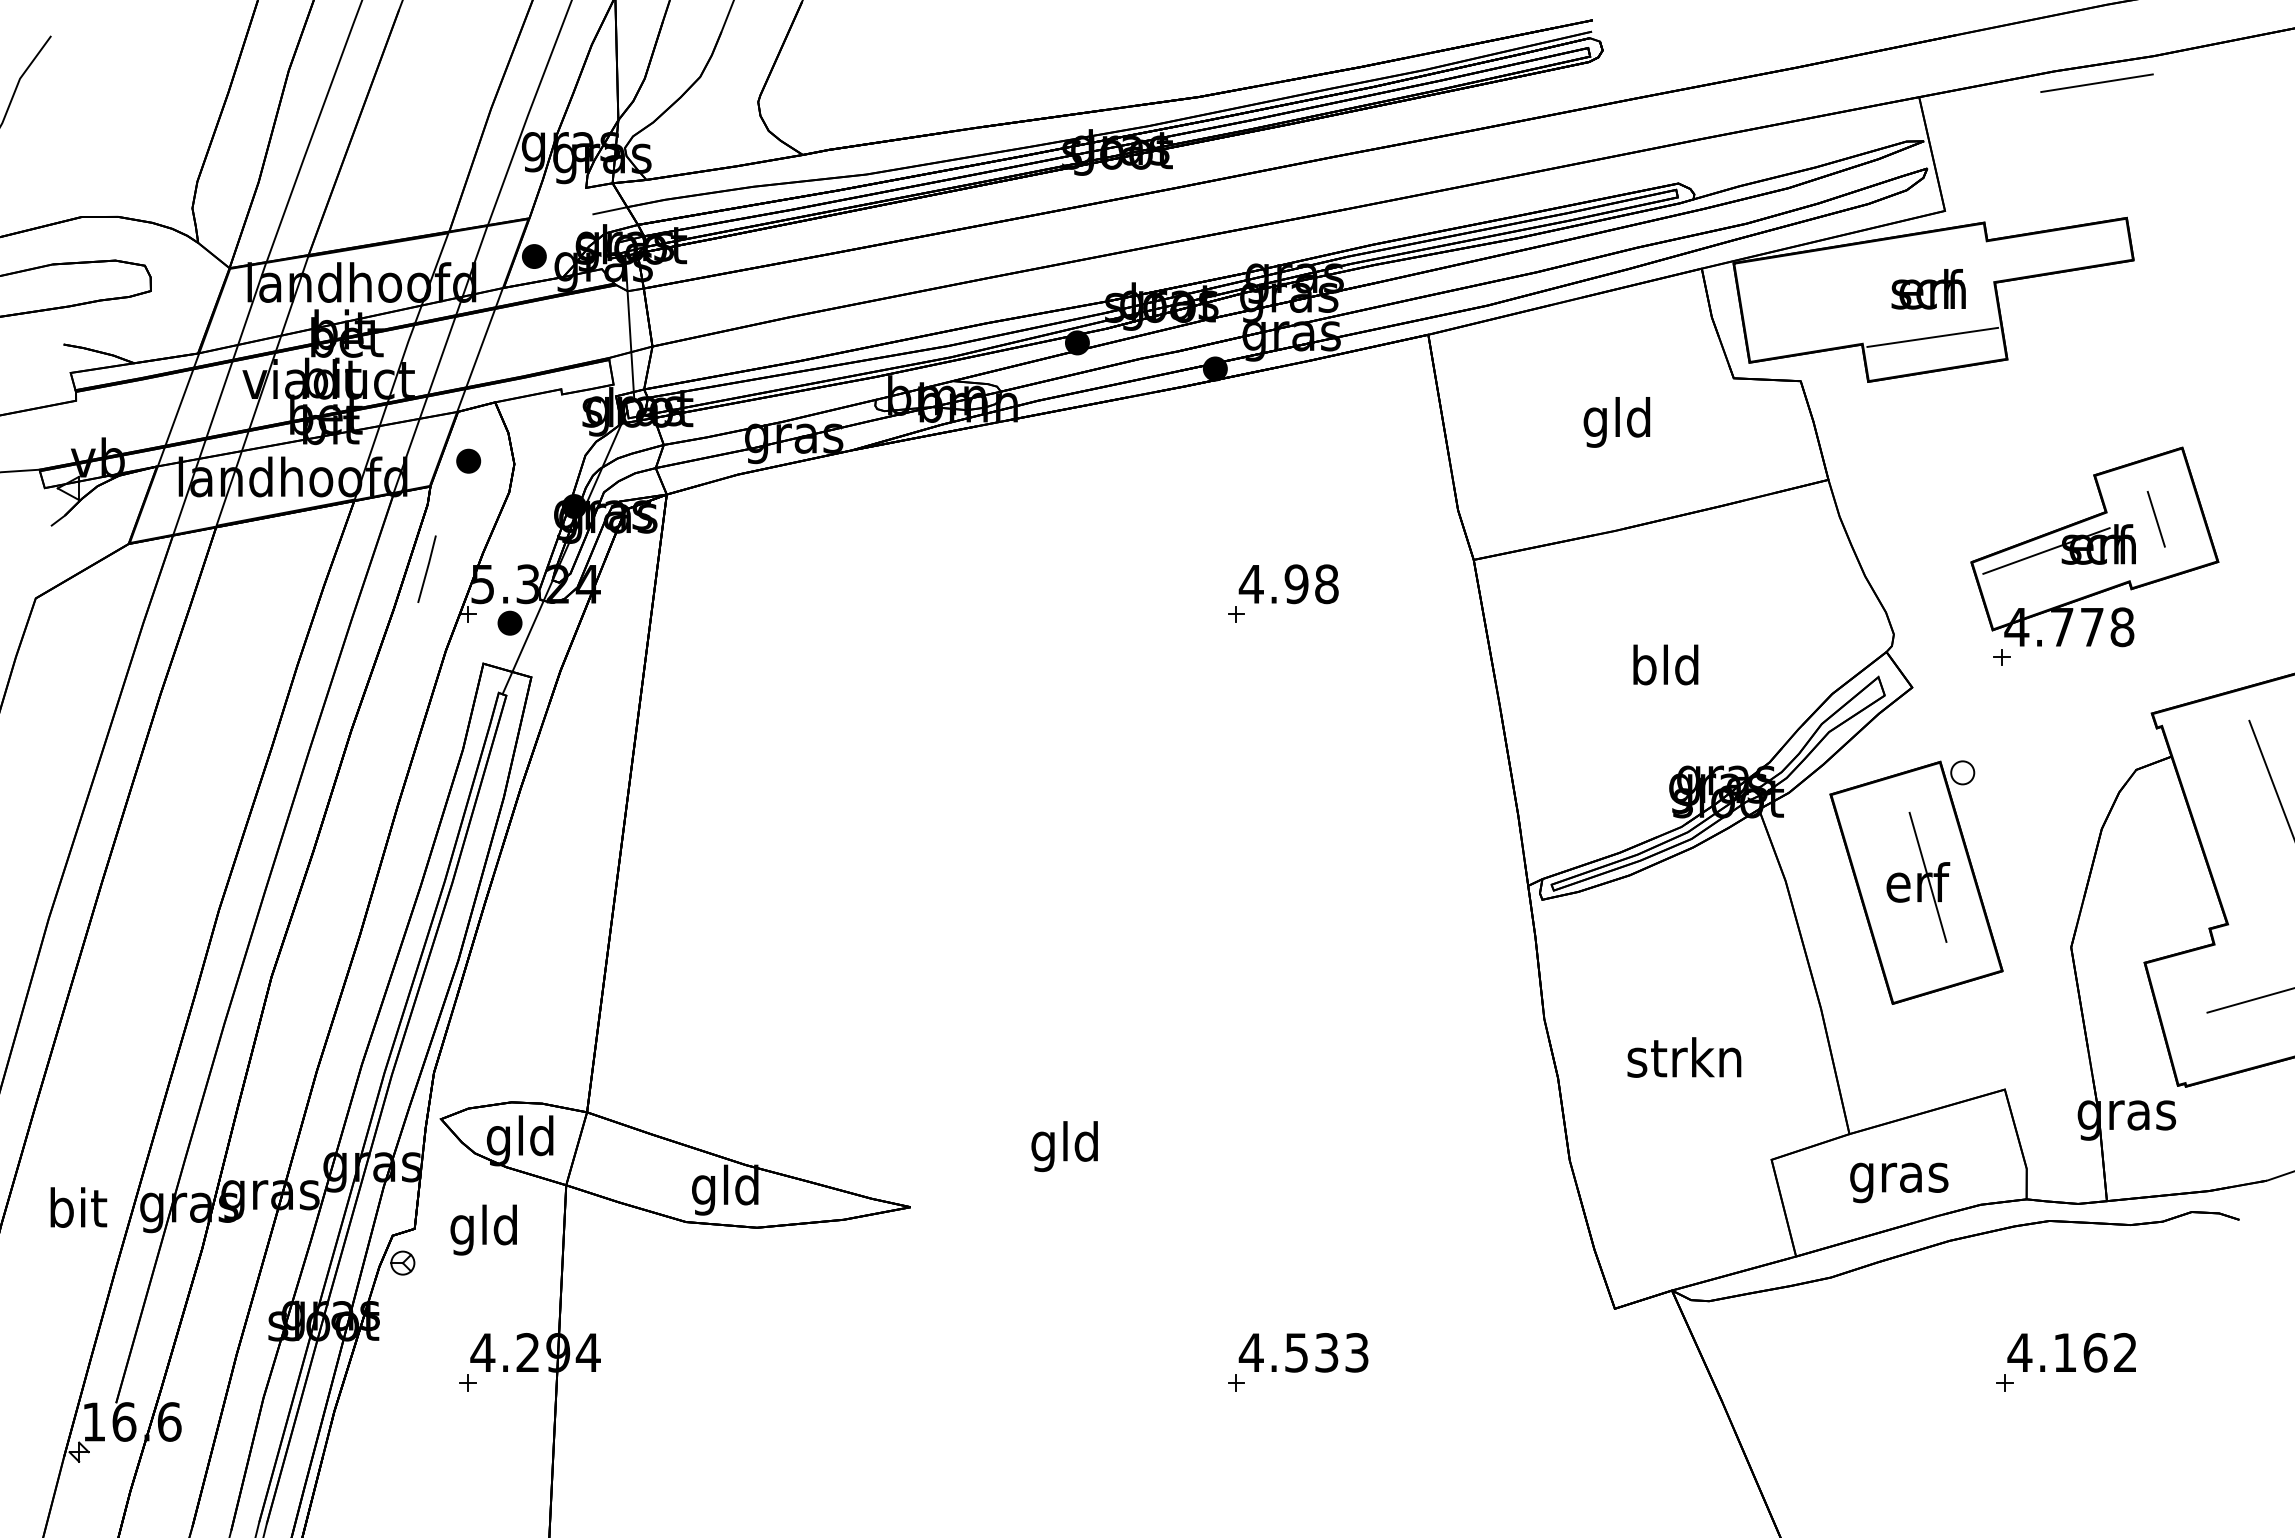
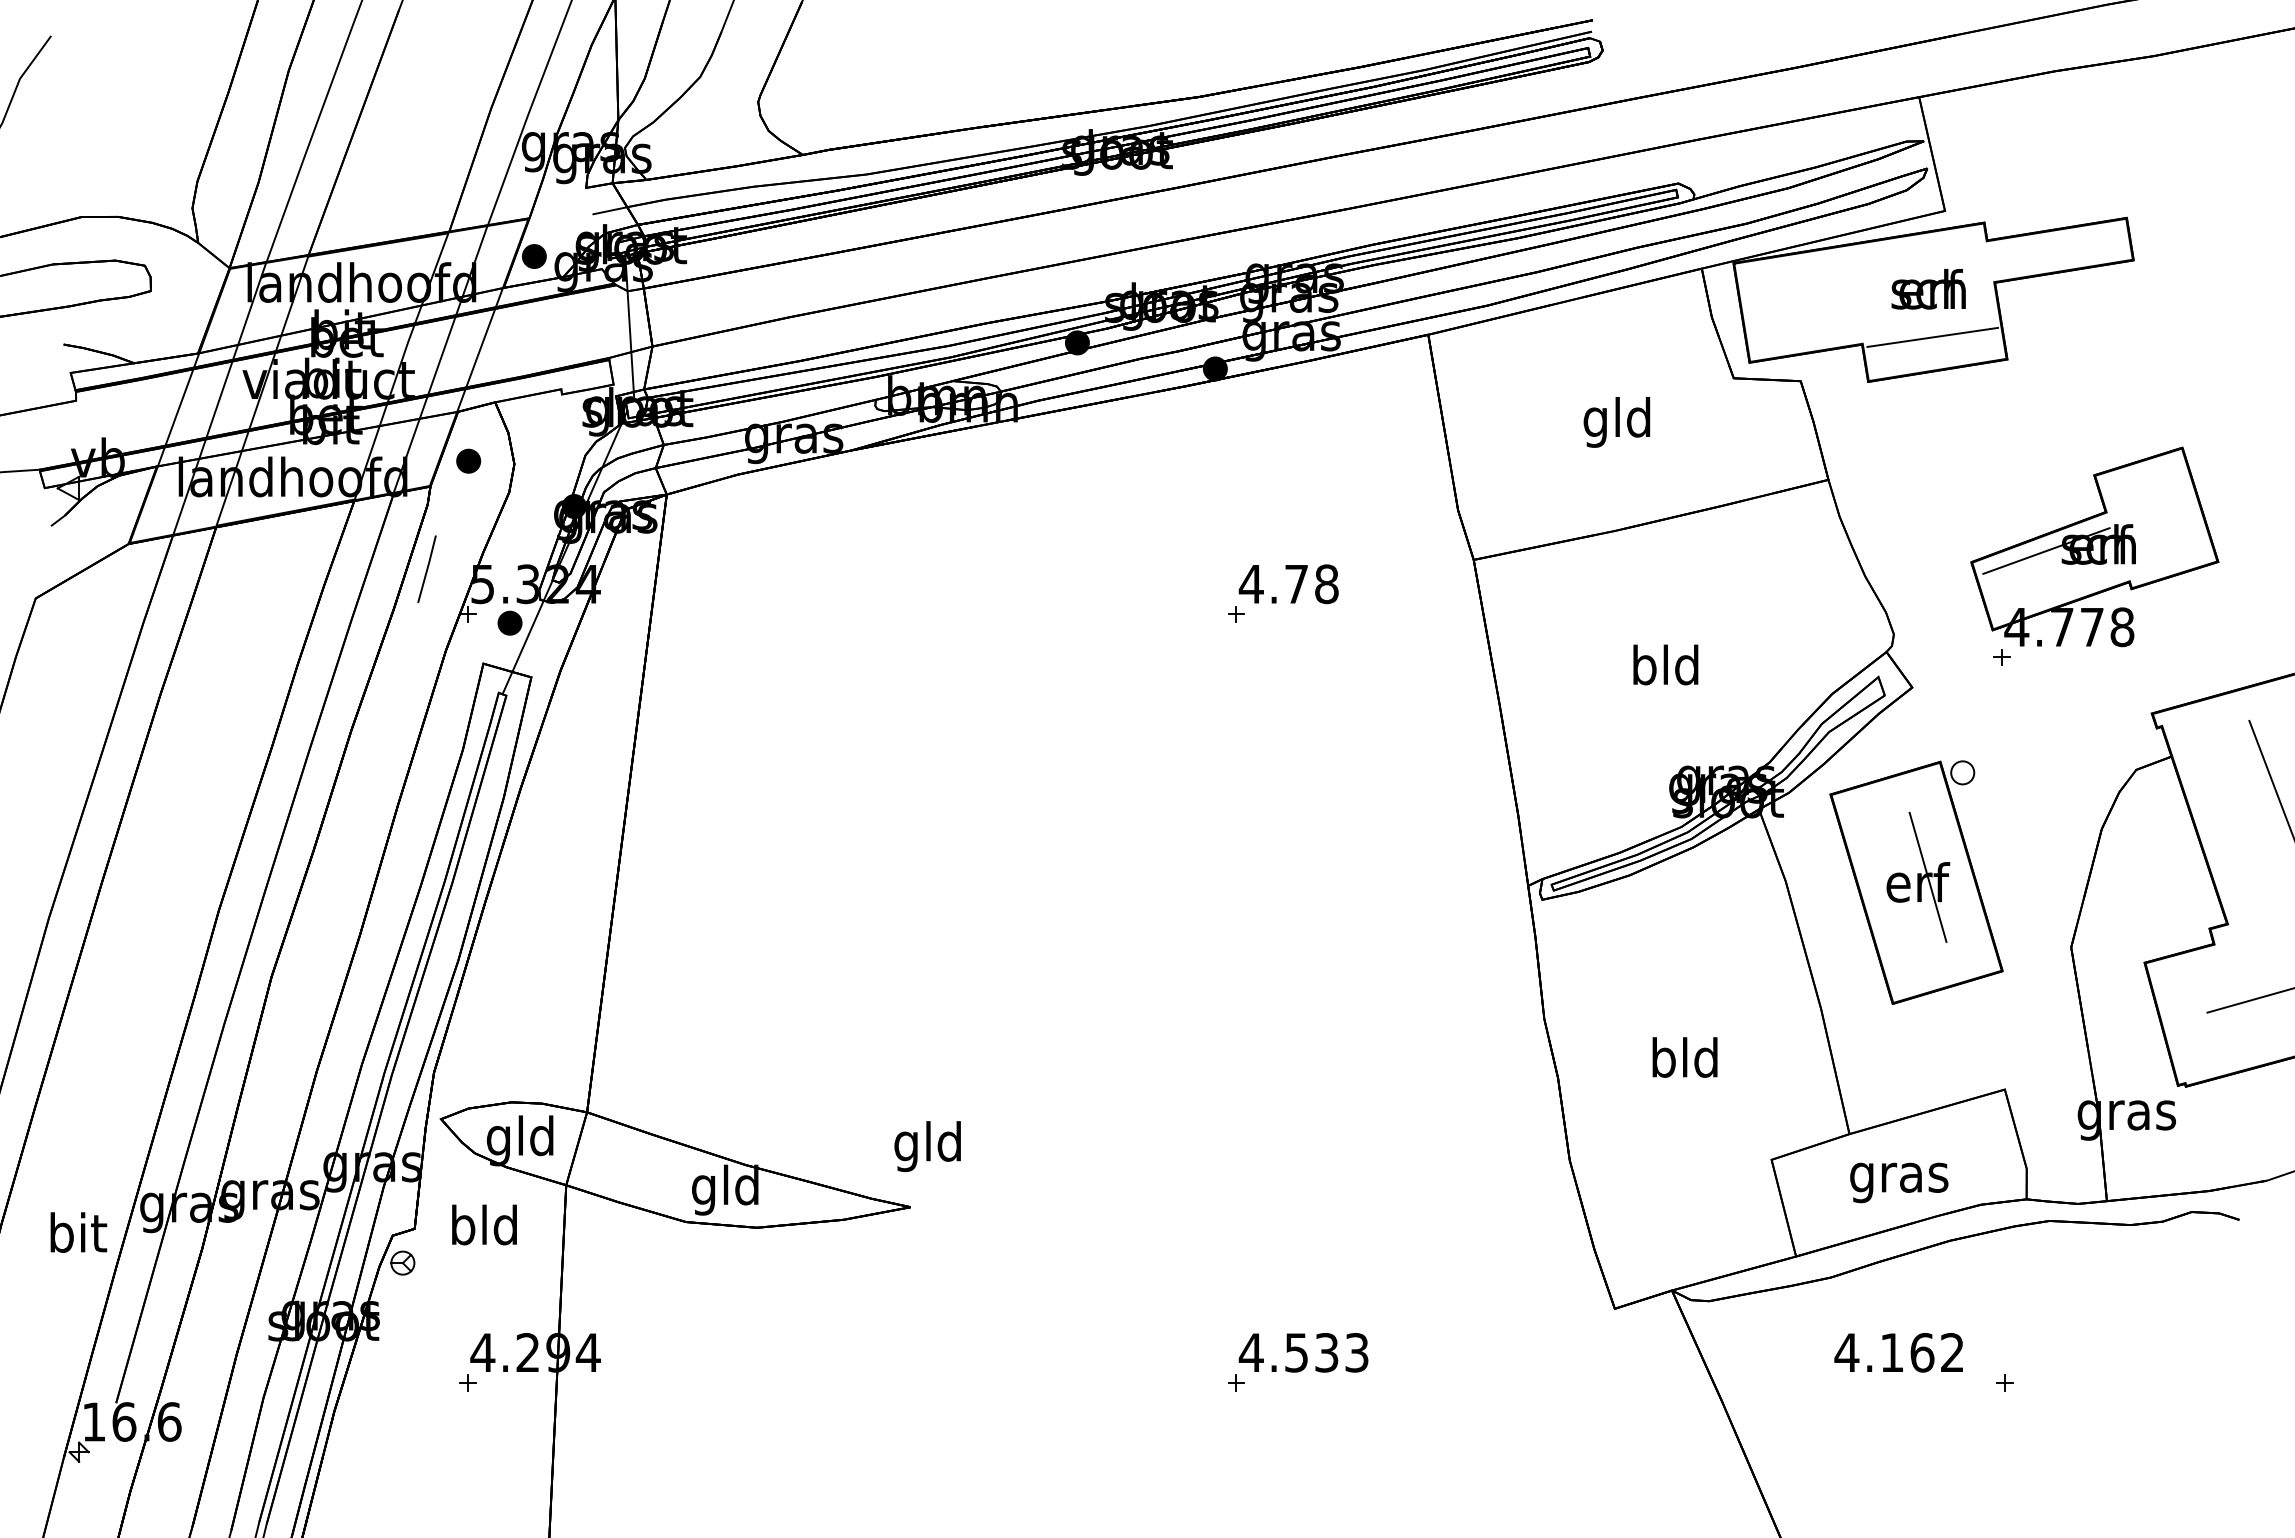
line at (2096, 83): present -> none
line at (2155, 518): present -> none
text at (1296, 584): 4.98 -> 4.78
text at (1684, 1057): strkn -> bld
text at (1064, 1146) position: (1064, 1146) -> (927, 1146)
text at (78, 1207) position: (78, 1207) -> (78, 1232)
text at (462, 1229): gld -> bld
text at (2071, 1352) position: (2071, 1352) -> (1898, 1352)
